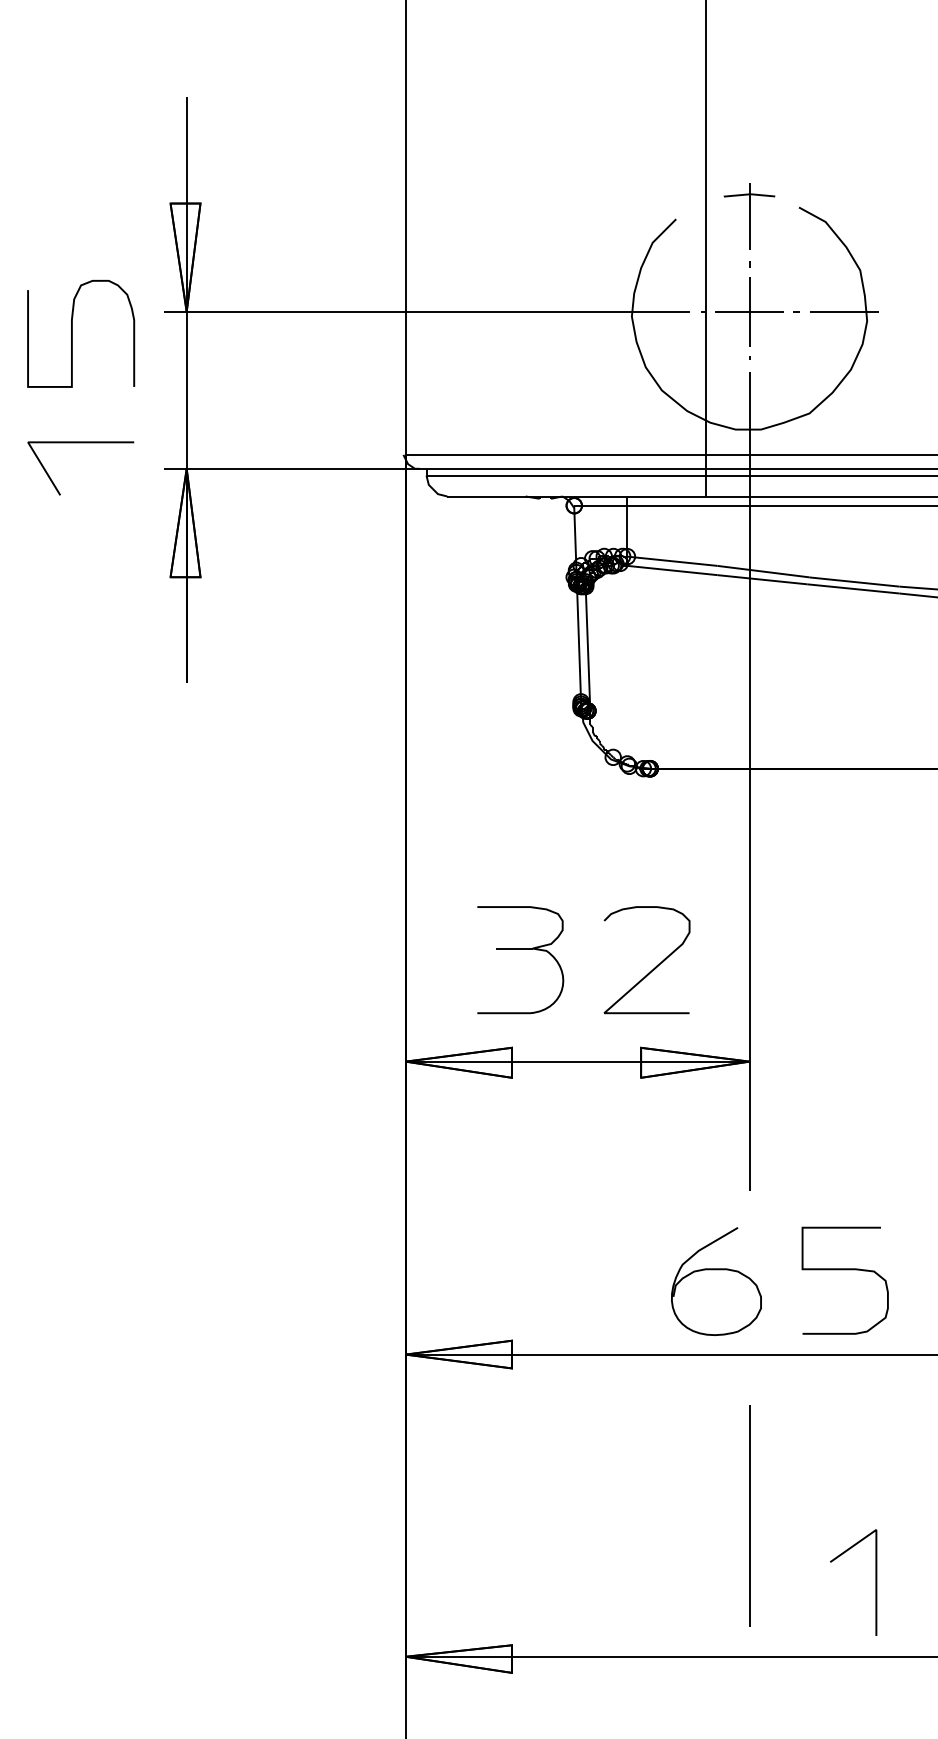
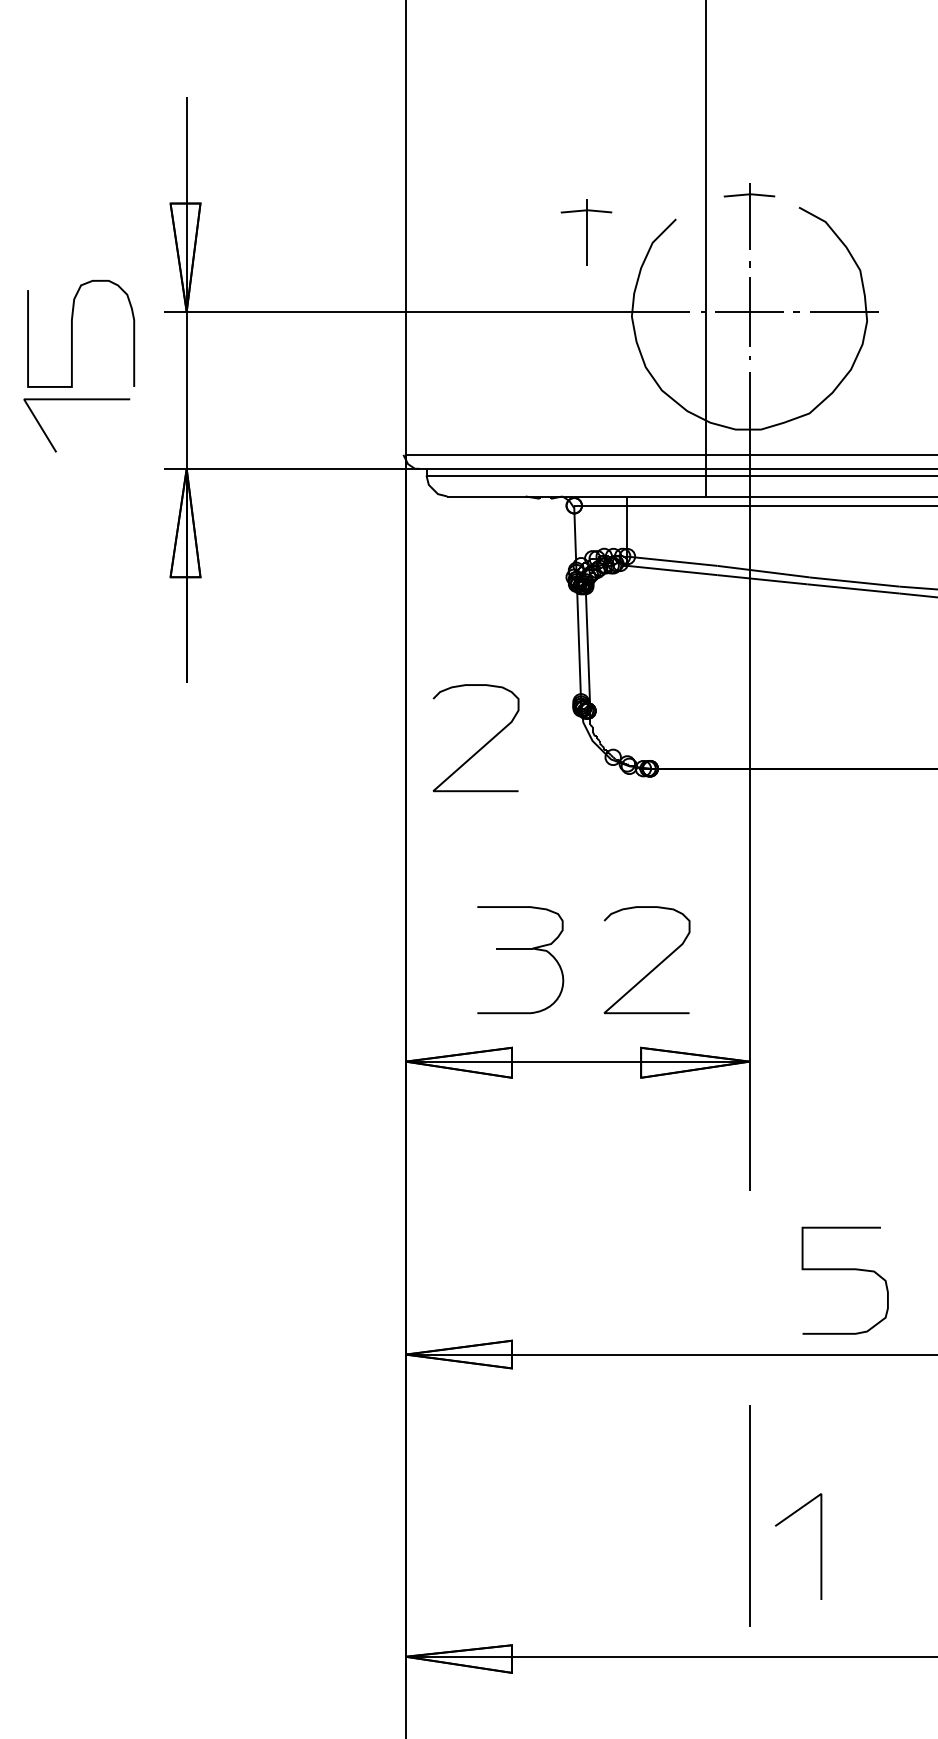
part at (586, 232): none -> present
curve at (80, 443) position: (80, 443) -> (76, 400)
curve at (483, 745): none -> present
curve at (716, 1270): present -> none
curve at (875, 1582) position: (875, 1582) -> (820, 1546)
